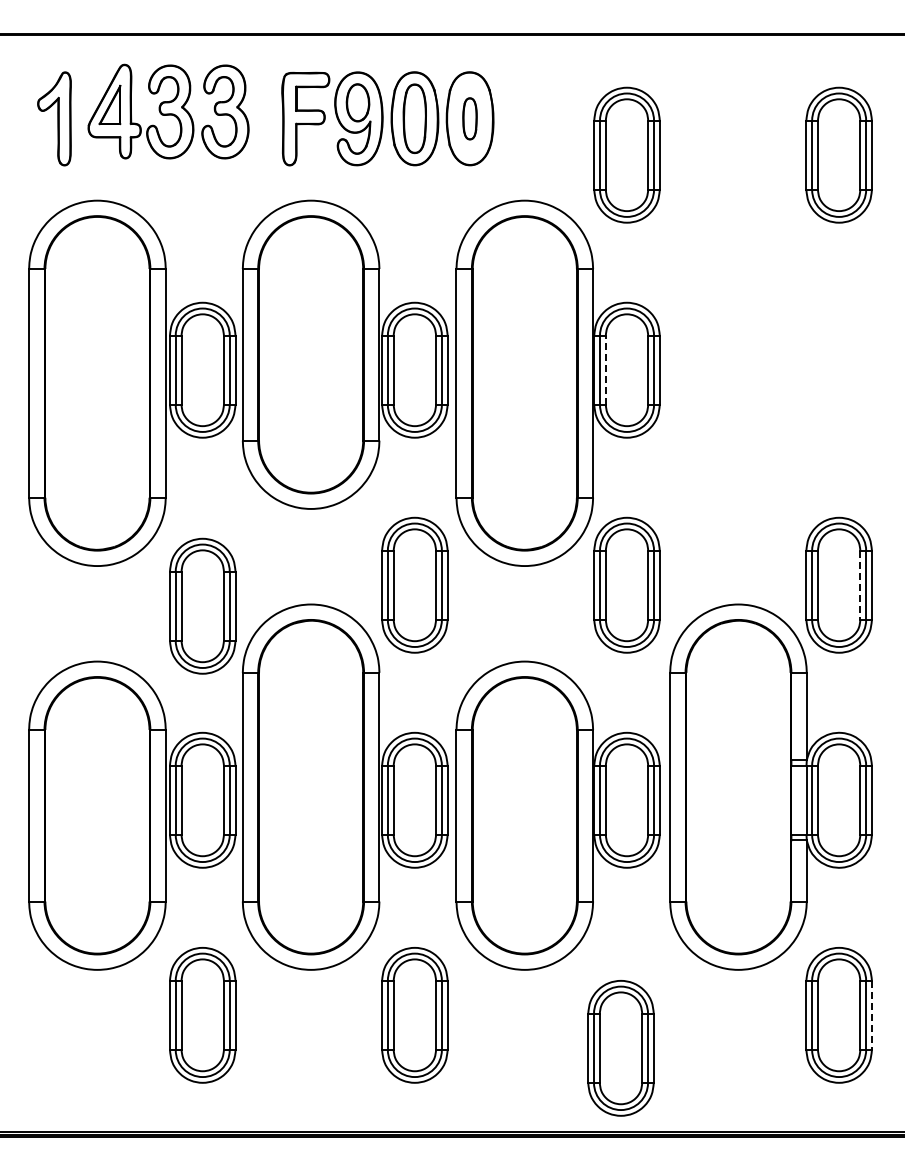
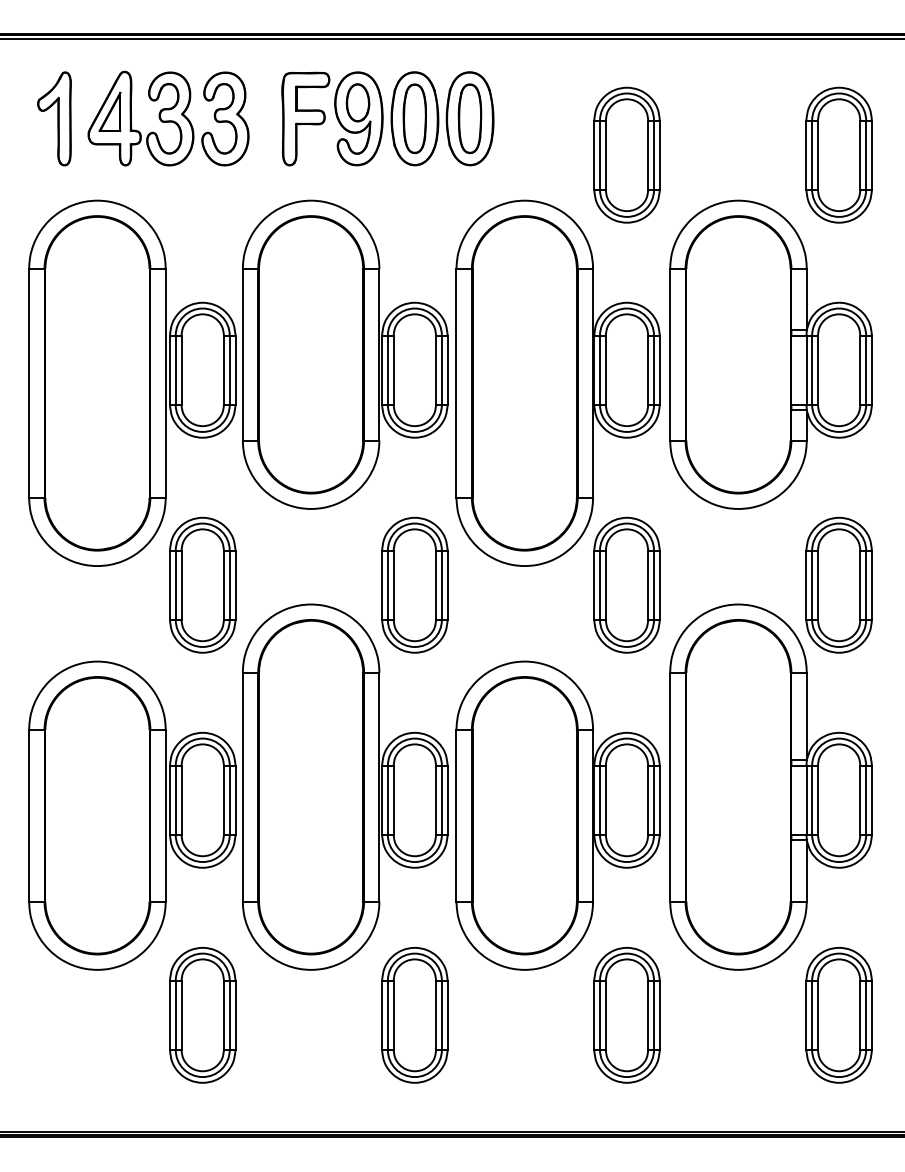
line at (451, 39): none -> present
part at (168, 111) position: (168, 111) -> (168, 118)
part at (469, 118) size: 16x44 px -> 26x72 px
part at (770, 354): none -> present
line at (605, 370): dashed -> solid
line at (860, 585): dashed -> solid
part at (202, 605) position: (202, 605) -> (202, 584)
line at (871, 1015): dashed -> solid
part at (620, 1048) position: (620, 1048) -> (626, 1015)
